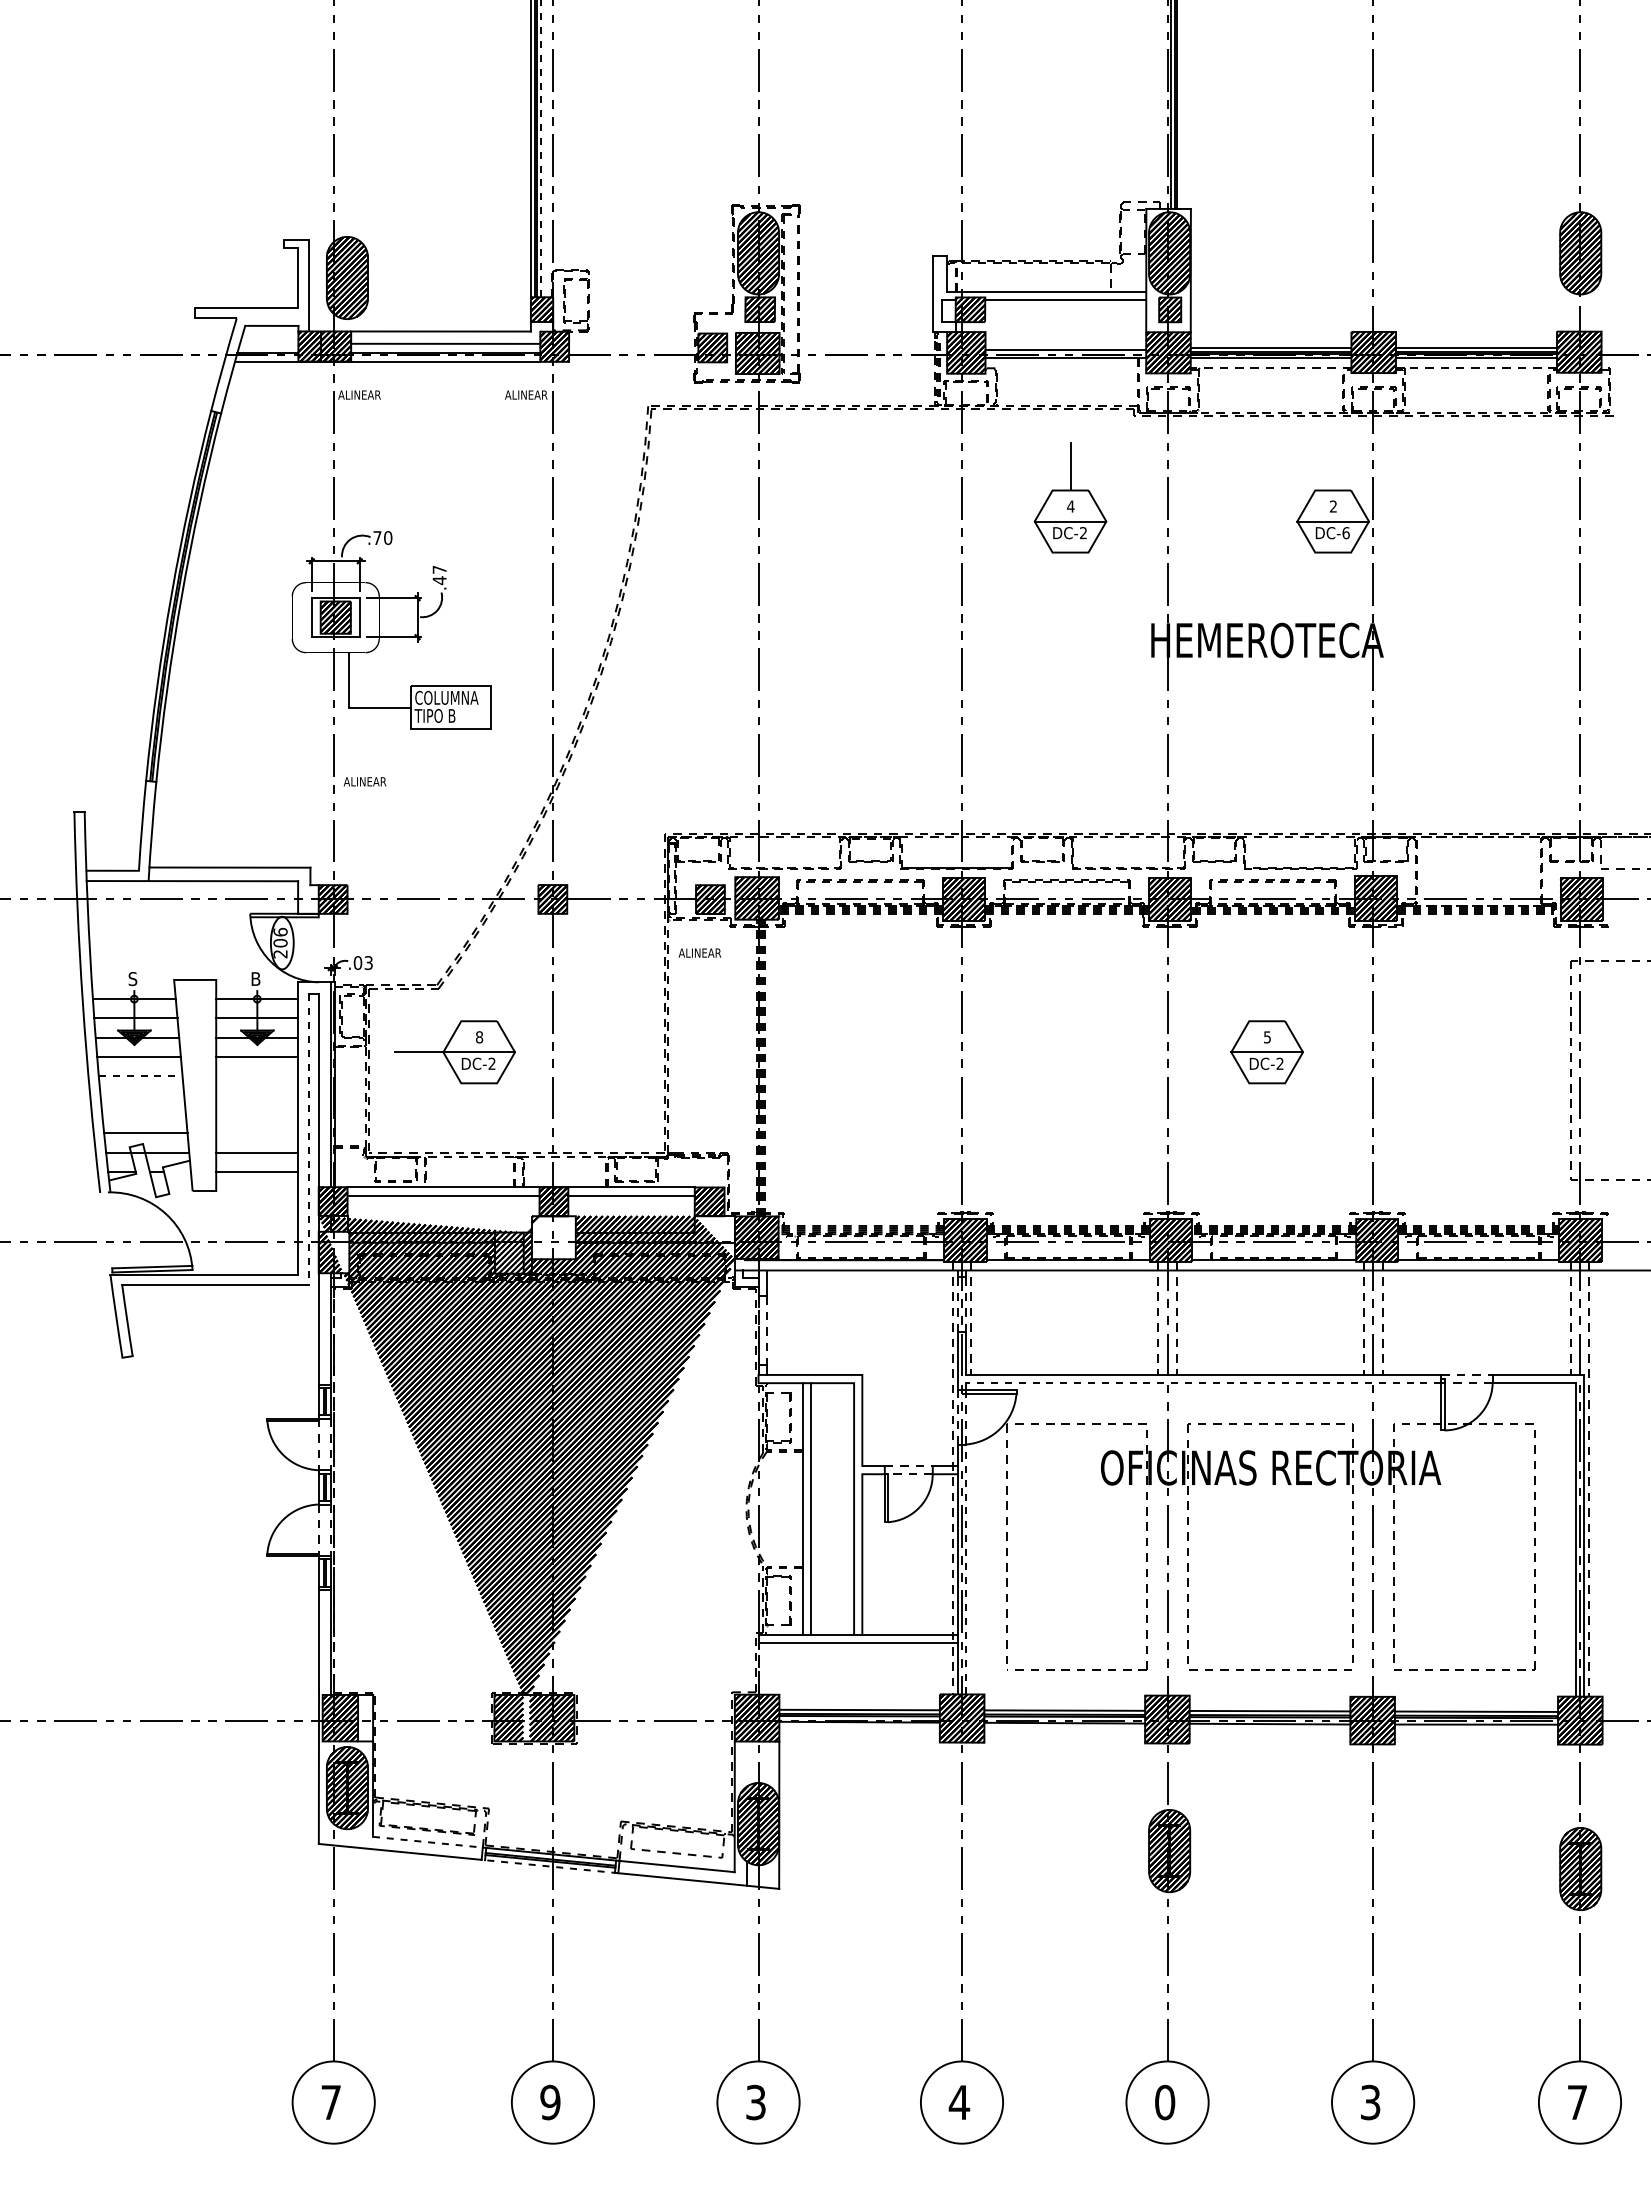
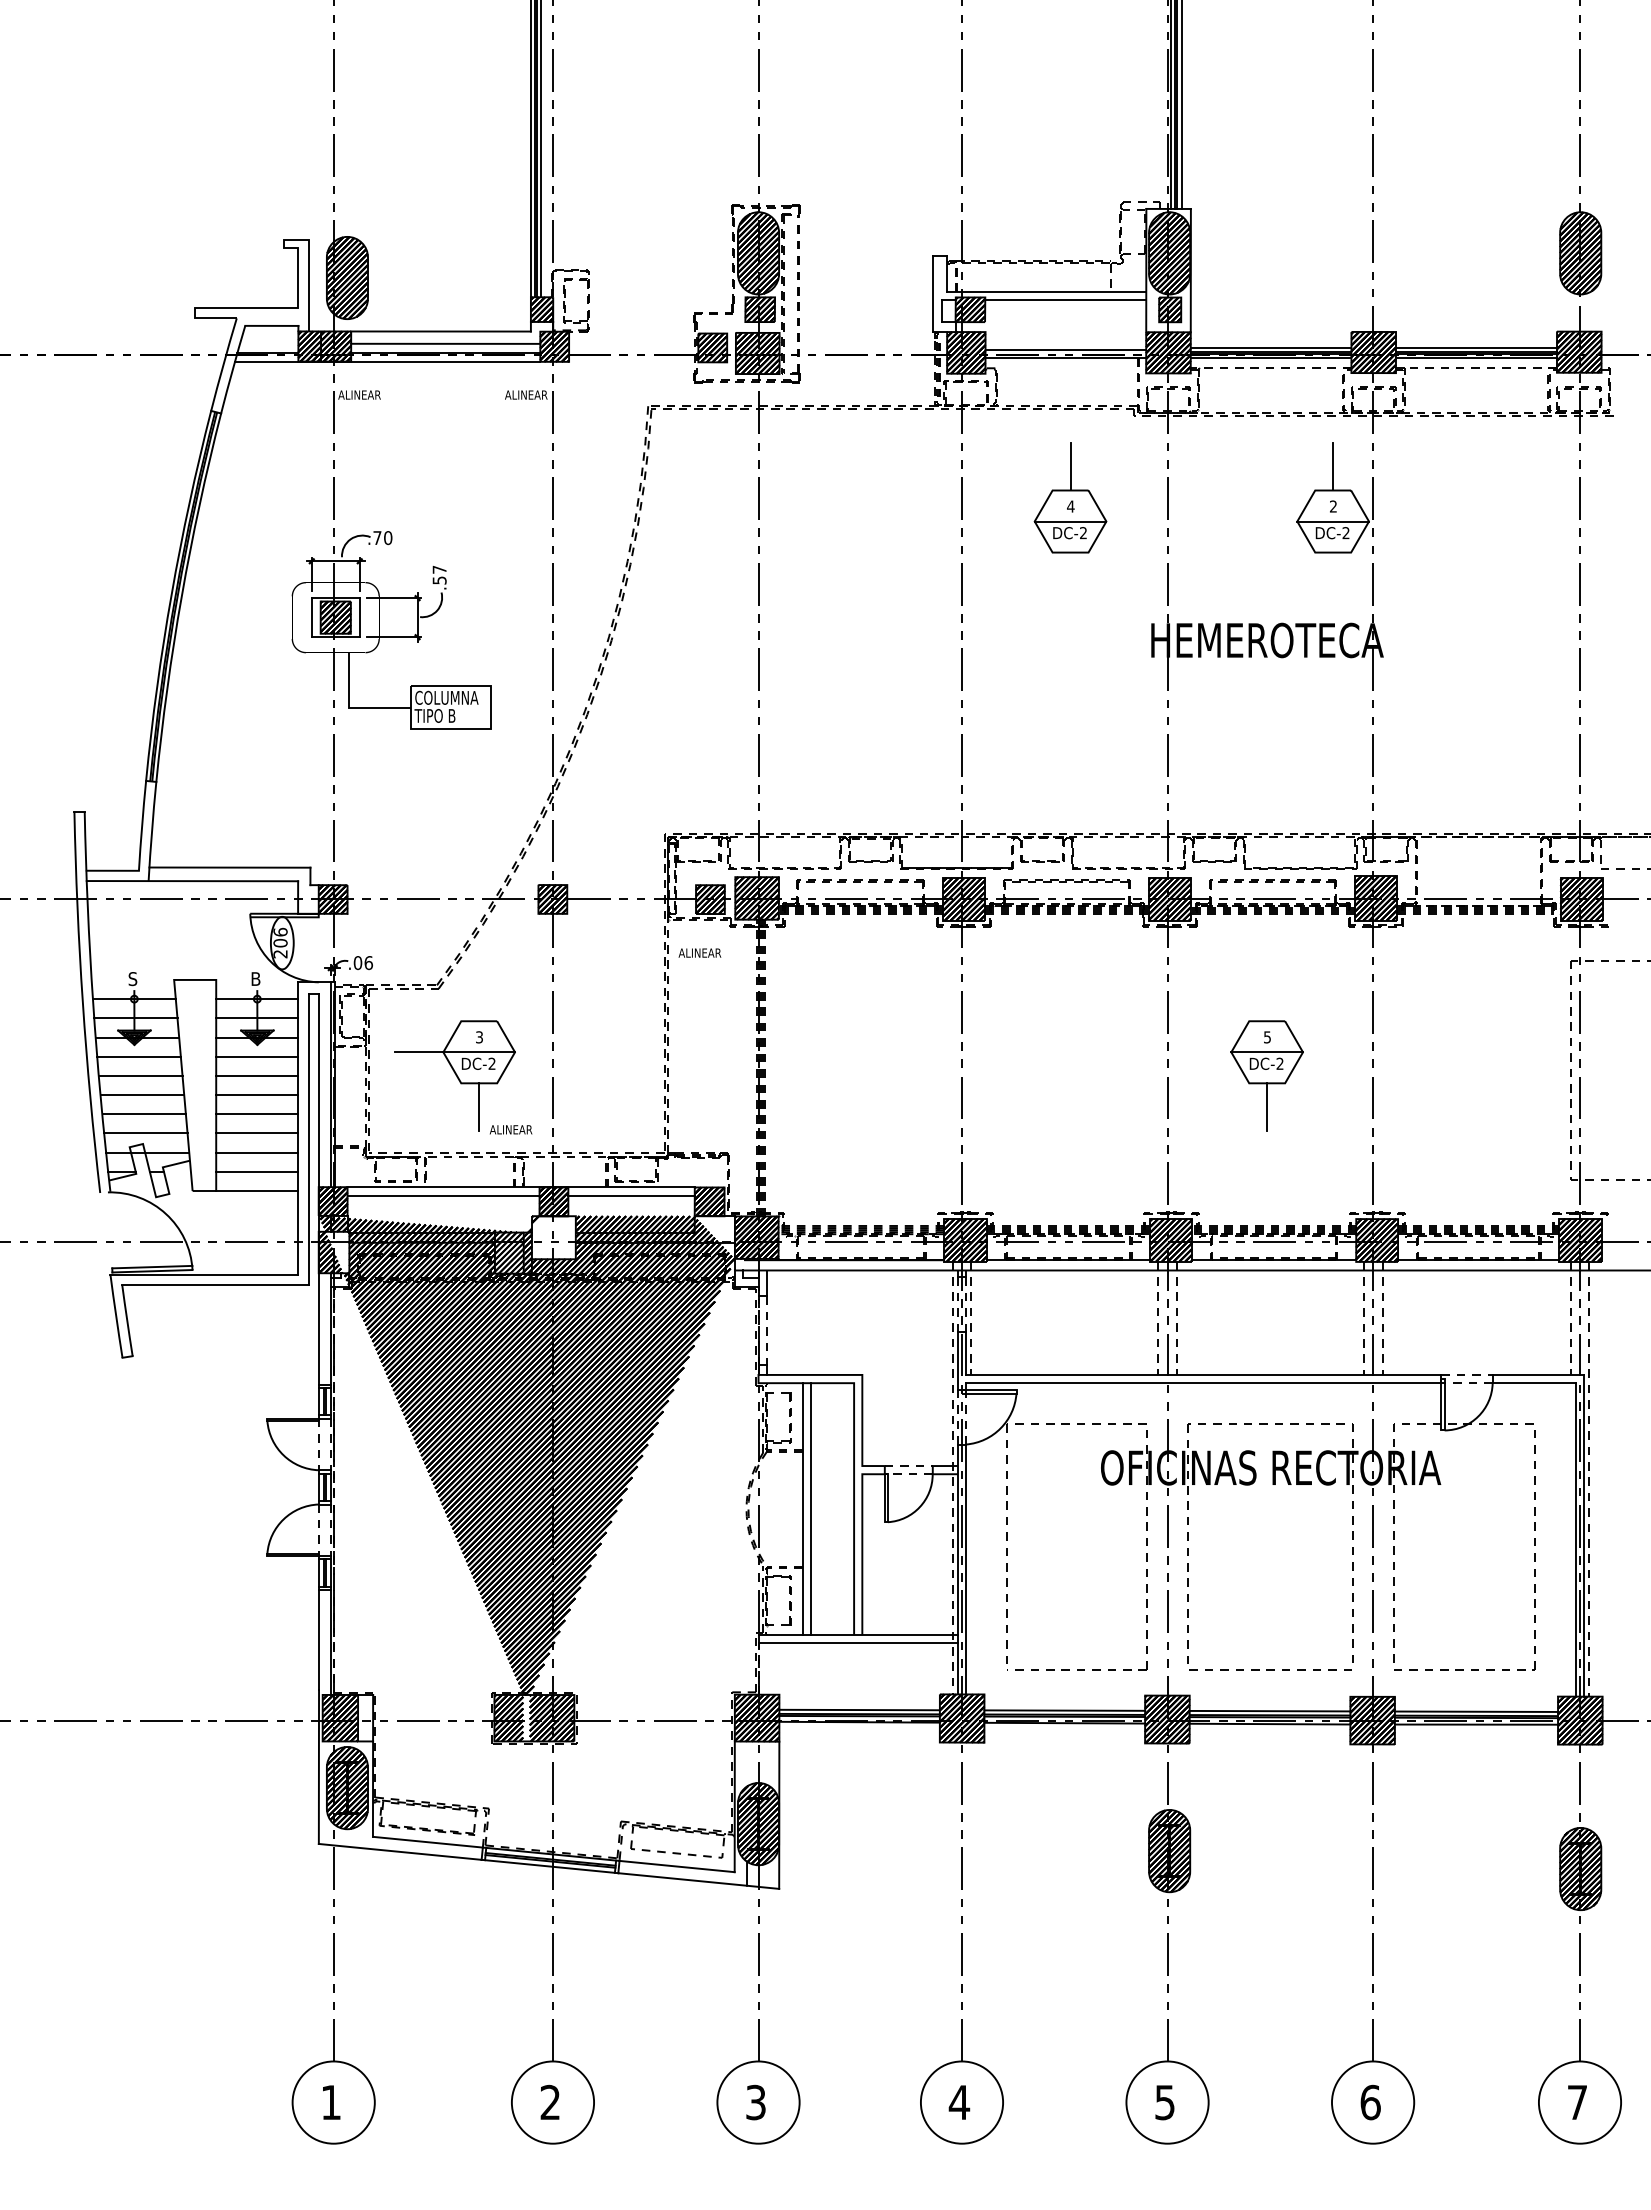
line at (1181, 105): none -> present
line at (541, 148): dashed -> solid
line at (1333, 466): none -> present
text at (1345, 533): DC-6 -> DC-2
text at (439, 580): .47 -> .57
text at (364, 781) position: (364, 781) -> (510, 1129)
text at (368, 963): .03 -> .06
text at (479, 1037): 8 -> 3
line at (140, 1075): dashed -> solid
line at (257, 1075): none -> present
line at (142, 1095): none -> present
line at (257, 1095): none -> present
line at (479, 1107): none -> present
line at (1267, 1107): none -> present
line at (143, 1114): none -> present
line at (257, 1114): none -> present
line at (257, 1133): none -> present
line at (308, 1140): dashed -> solid
line at (257, 1191): none -> present
line at (1203, 1383): dashed -> solid
line at (966, 1569): dashed -> solid
line at (428, 1842): dashed -> solid
line at (549, 1866): dashed -> solid
text at (330, 2102): 7 -> 1
text at (550, 2102): 9 -> 2
text at (1165, 2102): 0 -> 5
text at (1370, 2102): 3 -> 6
